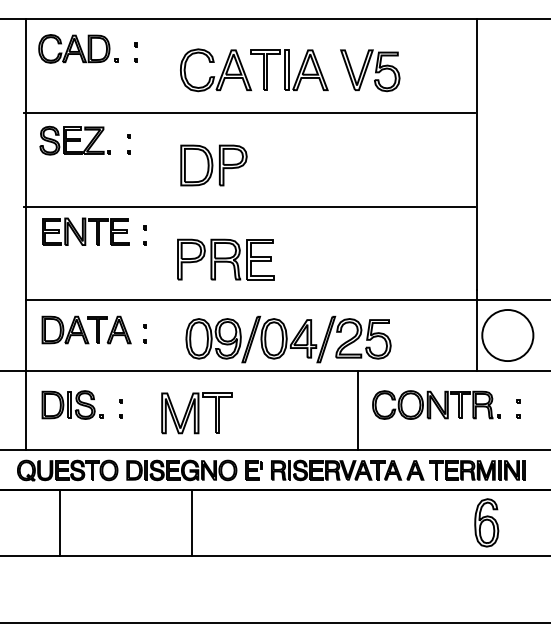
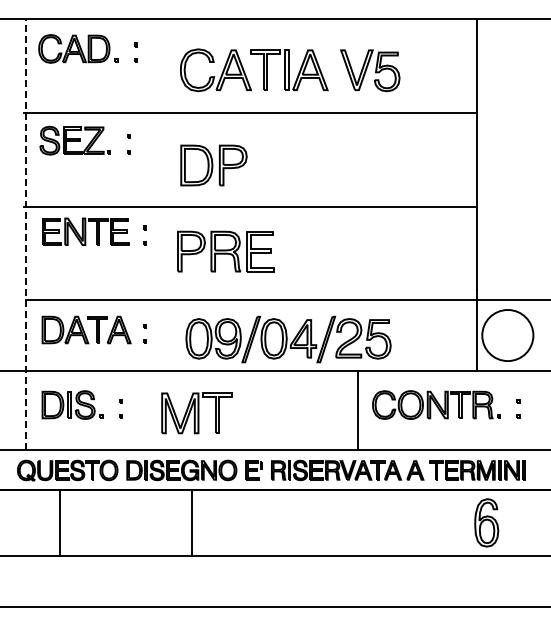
line at (26, 234): solid -> dashed
part at (225, 259) position: (225, 259) -> (225, 251)
line at (274, 622) position: (274, 622) -> (274, 606)
